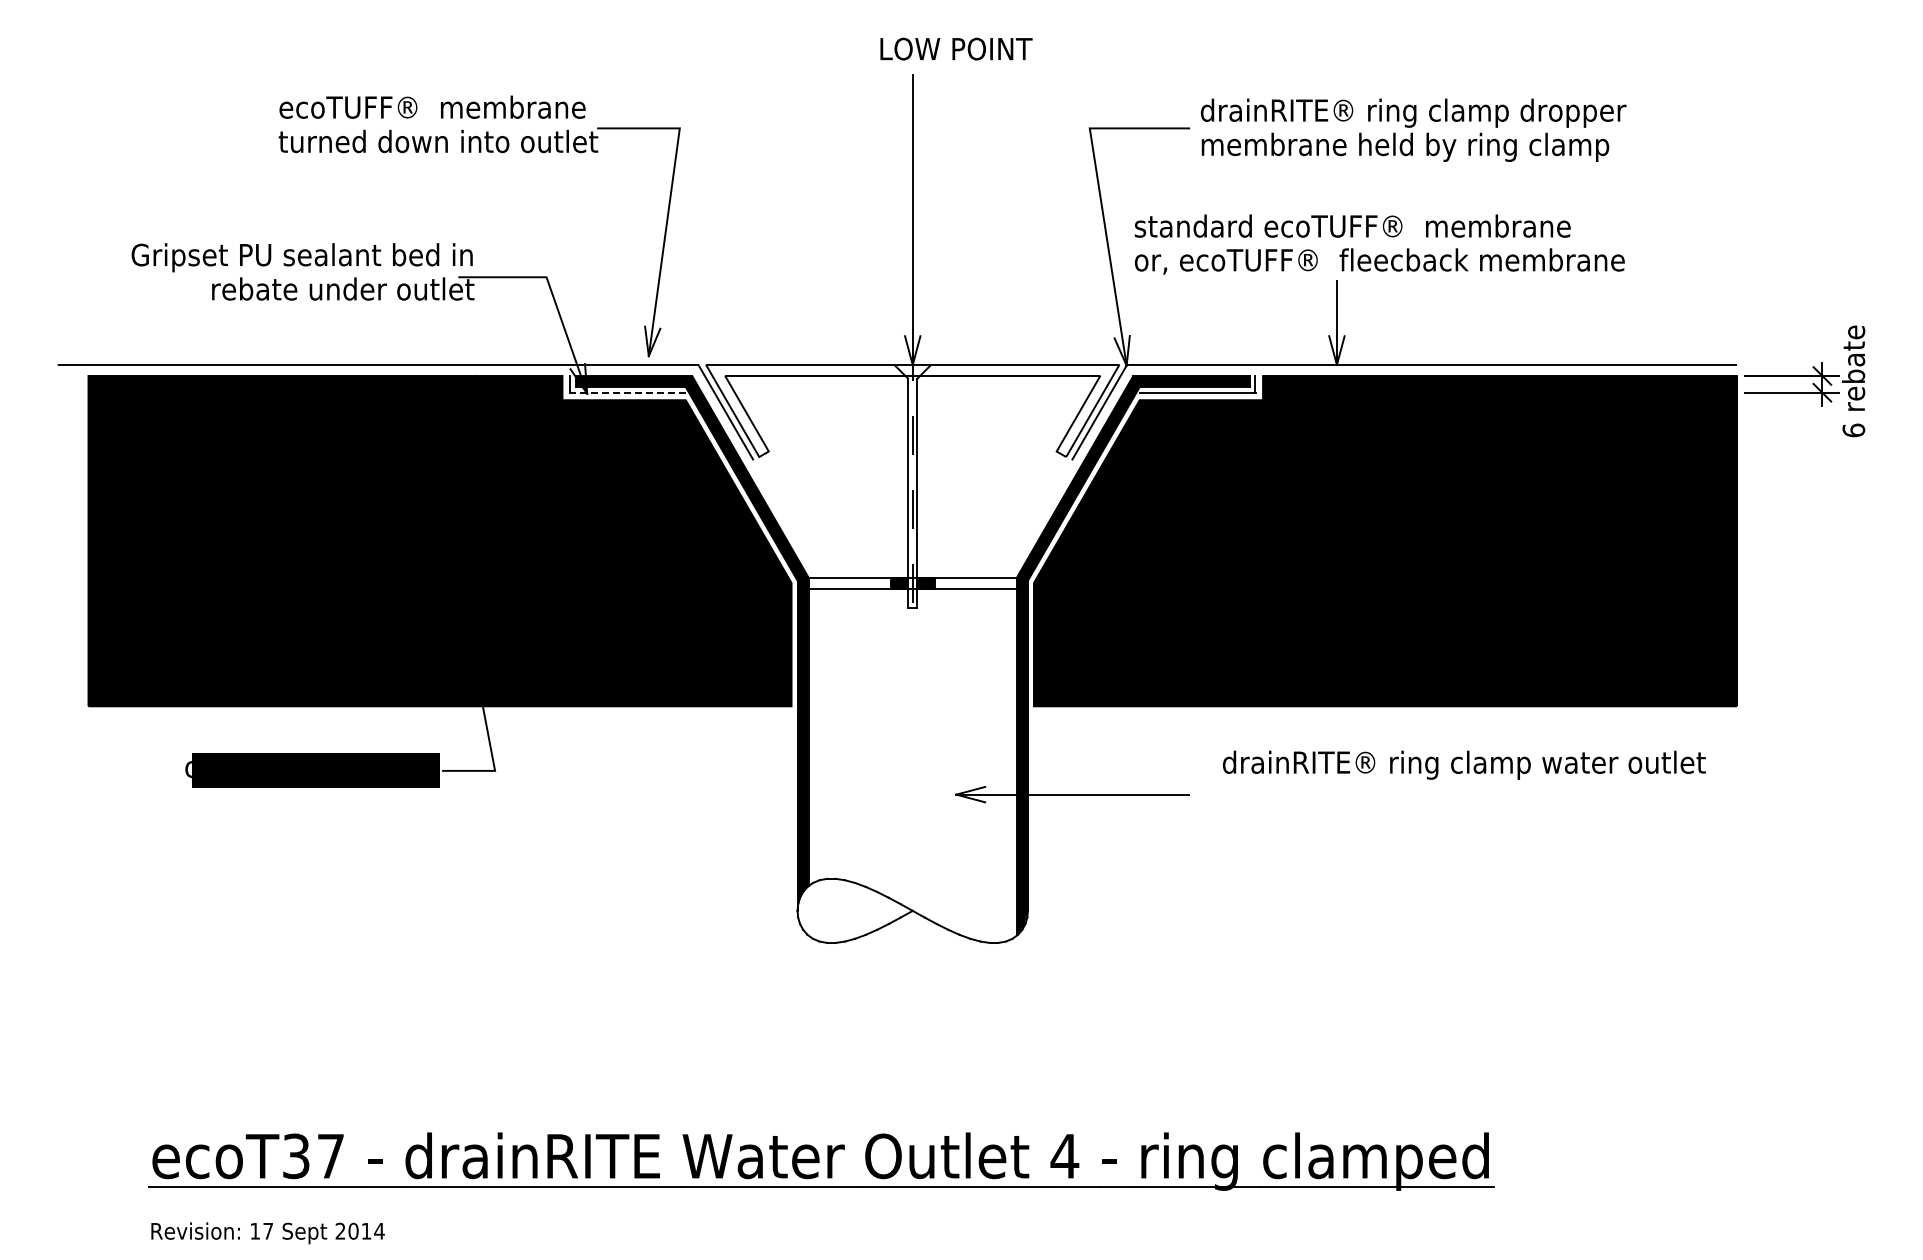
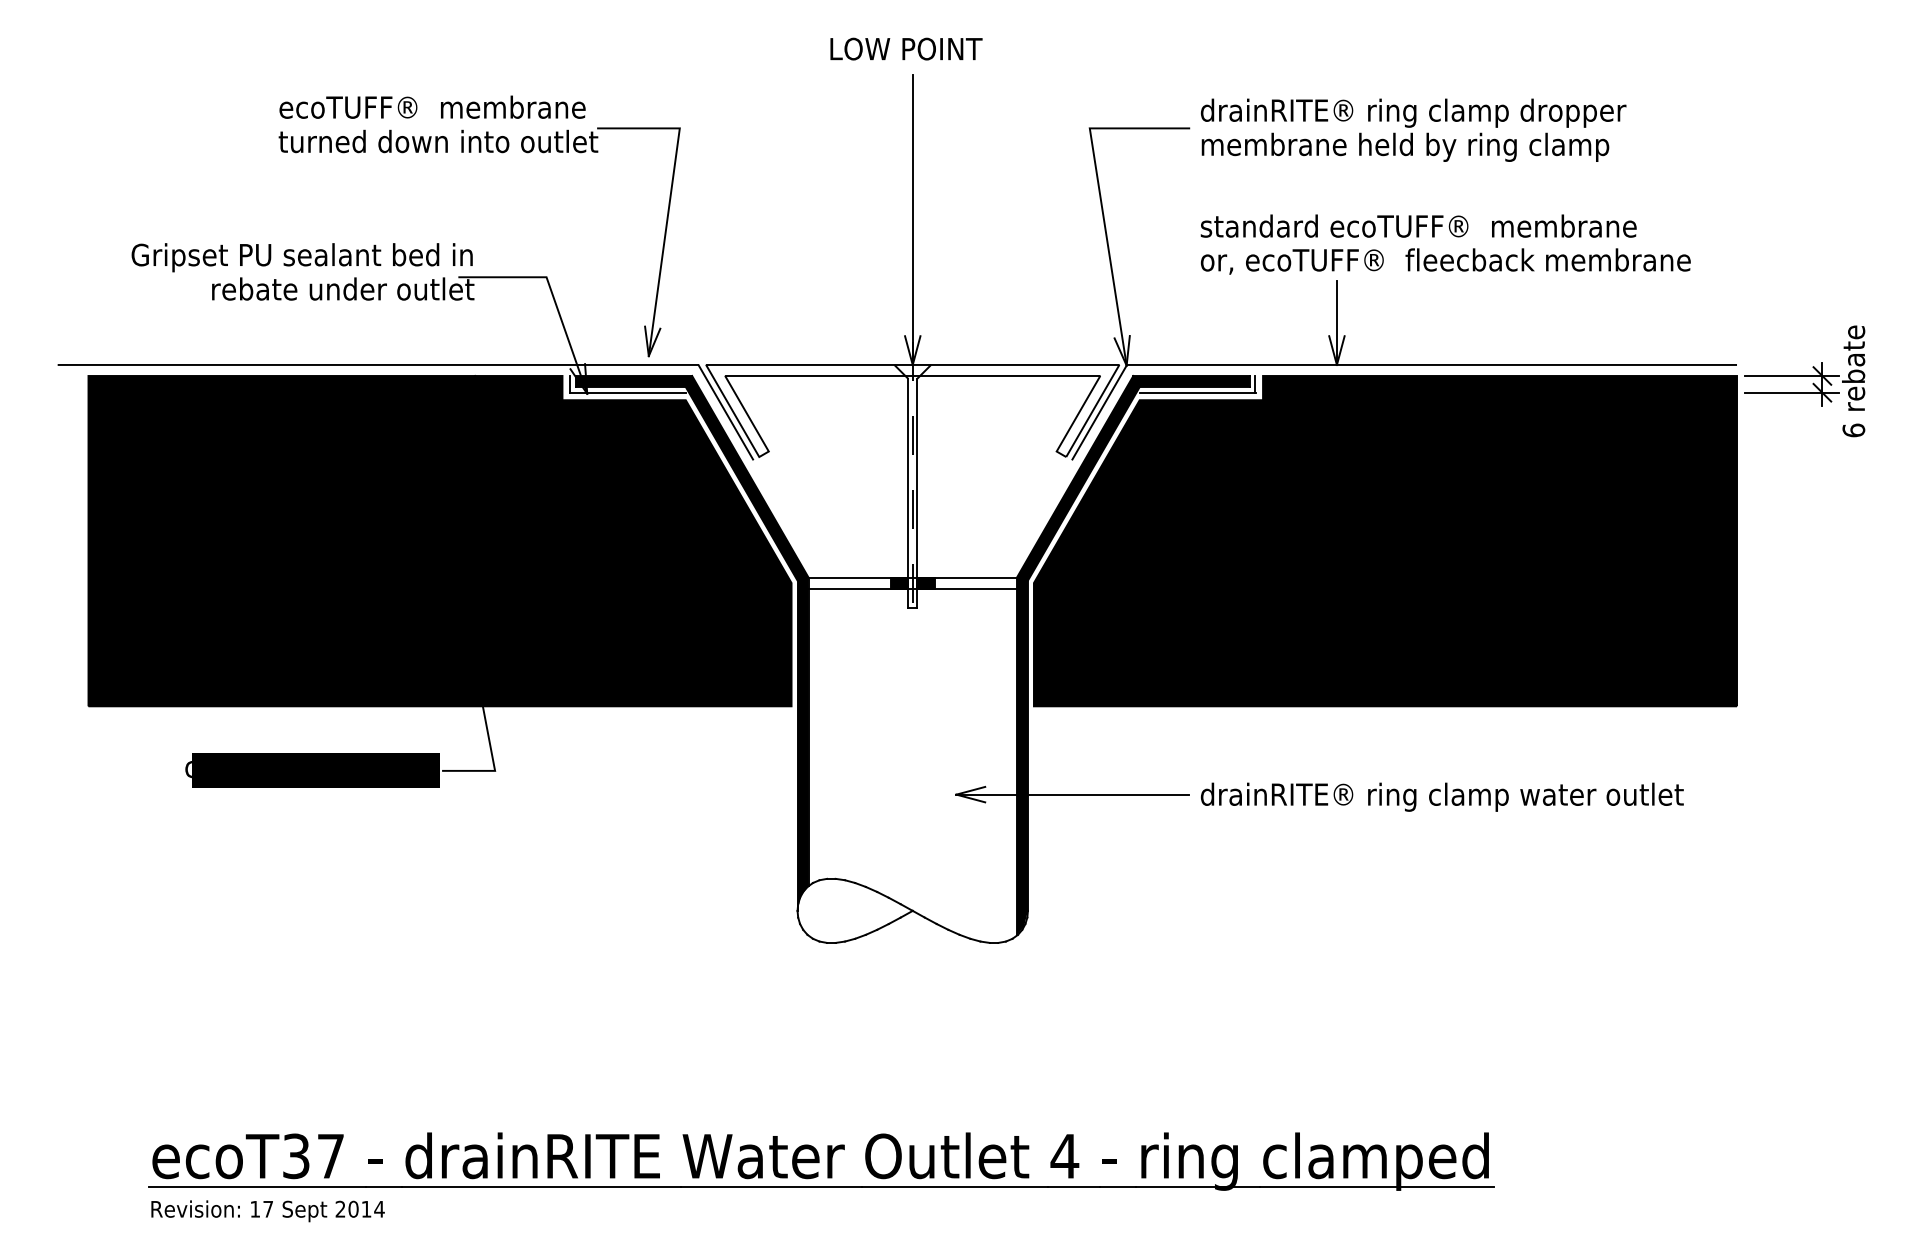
text at (956, 48) position: (956, 48) -> (906, 48)
text at (1379, 244) position: (1379, 244) -> (1445, 244)
line at (627, 392): dashed -> solid
text at (1463, 764) position: (1463, 764) -> (1441, 796)
text at (267, 1233) position: (267, 1233) -> (267, 1211)
